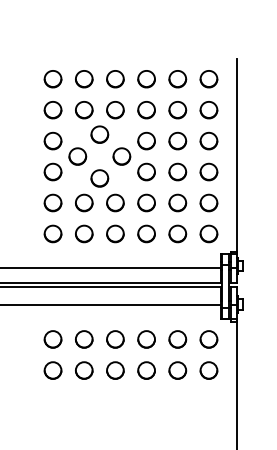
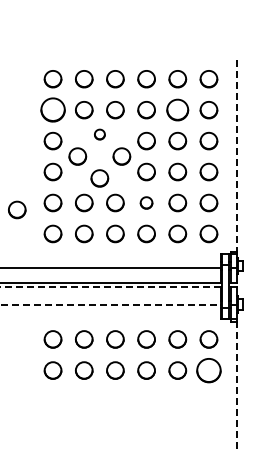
part at (52, 110) size: 20x19 px -> 26x26 px
part at (177, 110) size: 20x19 px -> 24x24 px
part at (99, 134) size: 20x19 px -> 12x13 px
line at (236, 156): solid -> dashed
part at (146, 202) size: 19x20 px -> 15x14 px
part at (17, 209): none -> present
line at (110, 287): solid -> dashed
line at (111, 305): solid -> dashed
part at (208, 370) size: 20x19 px -> 26x26 px
line at (236, 383): solid -> dashed
